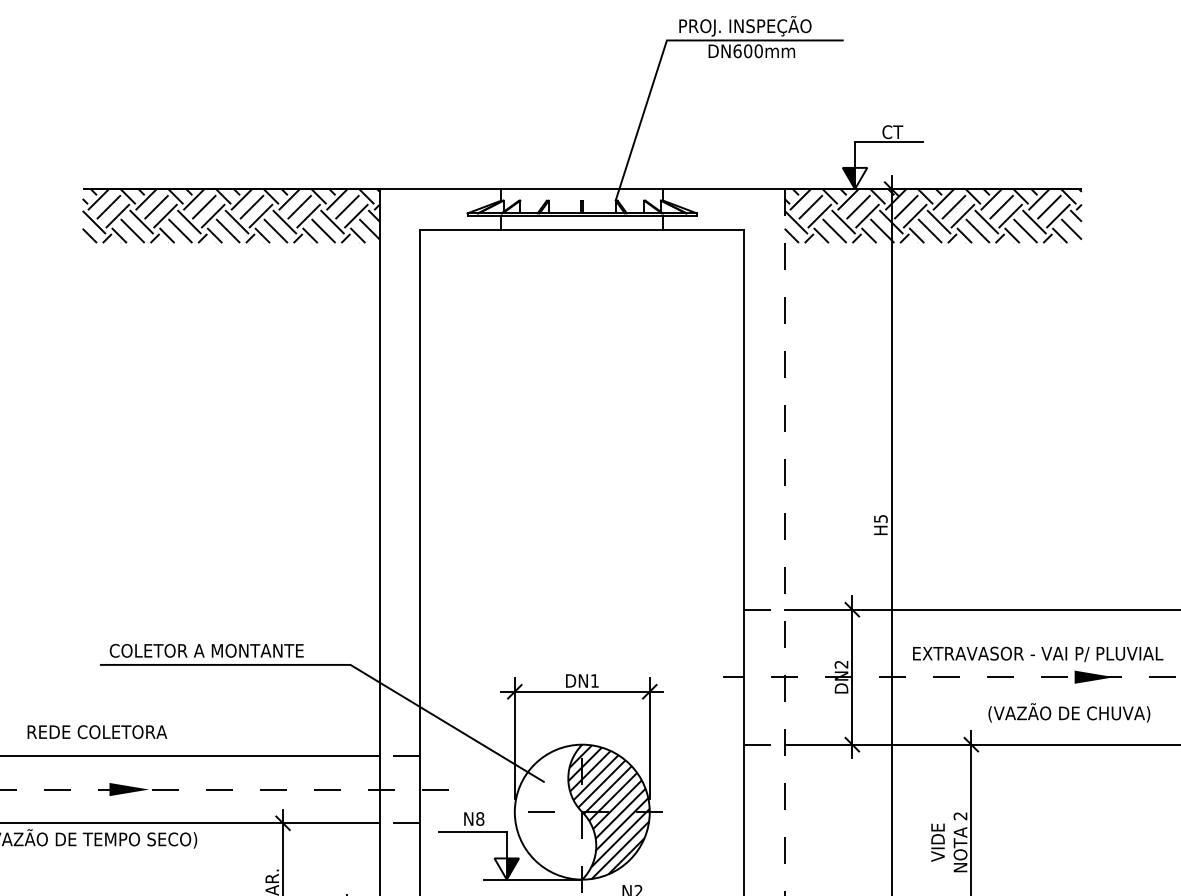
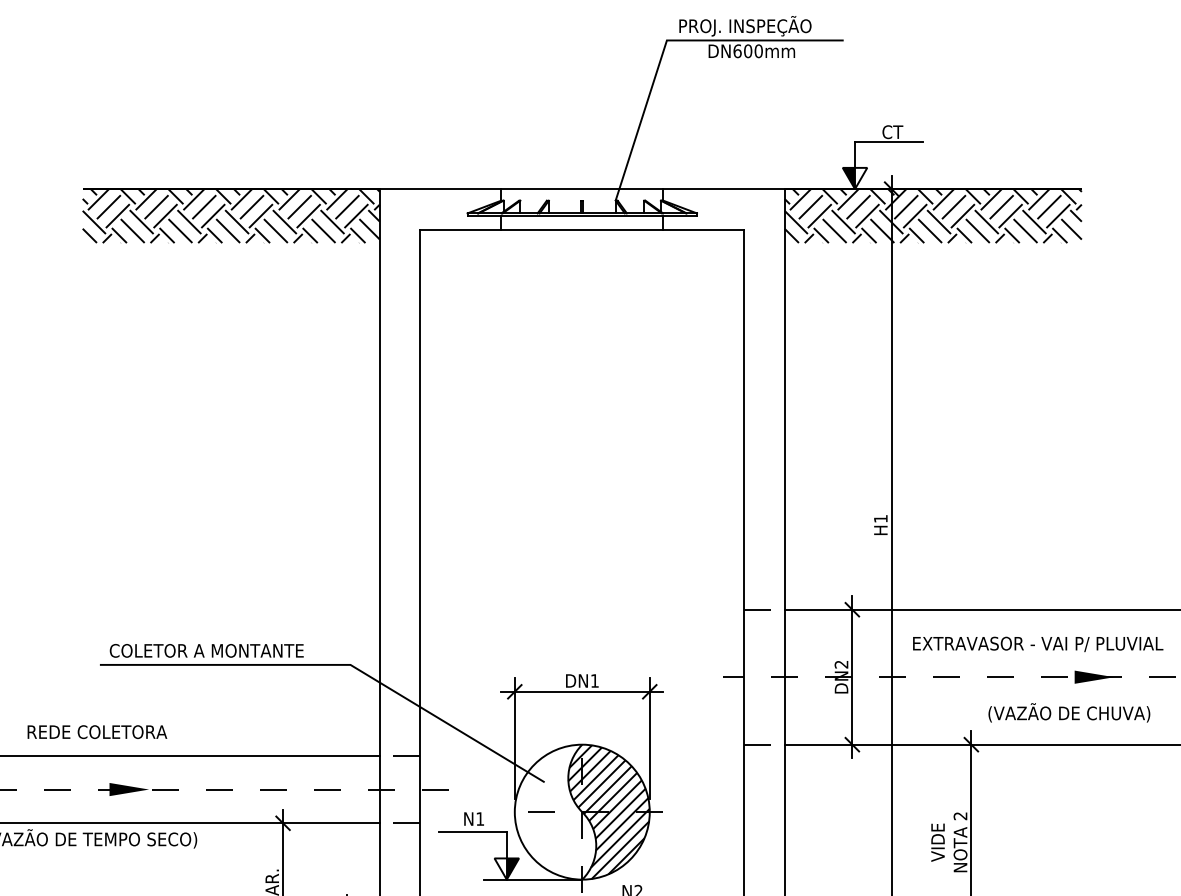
text at (880, 518): H5 -> H1
line at (784, 542): dashed -> solid
text at (1038, 654) position: (1038, 654) -> (1038, 644)
text at (480, 818): N8 -> N1
